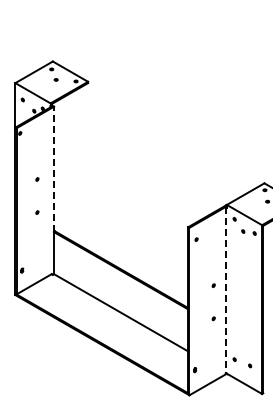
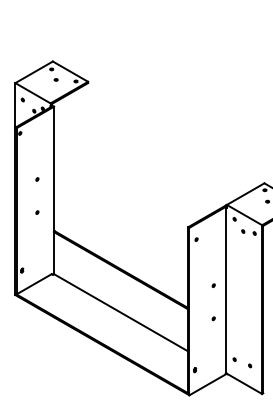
line at (54, 169): dashed -> solid
line at (225, 290): dashed -> solid
